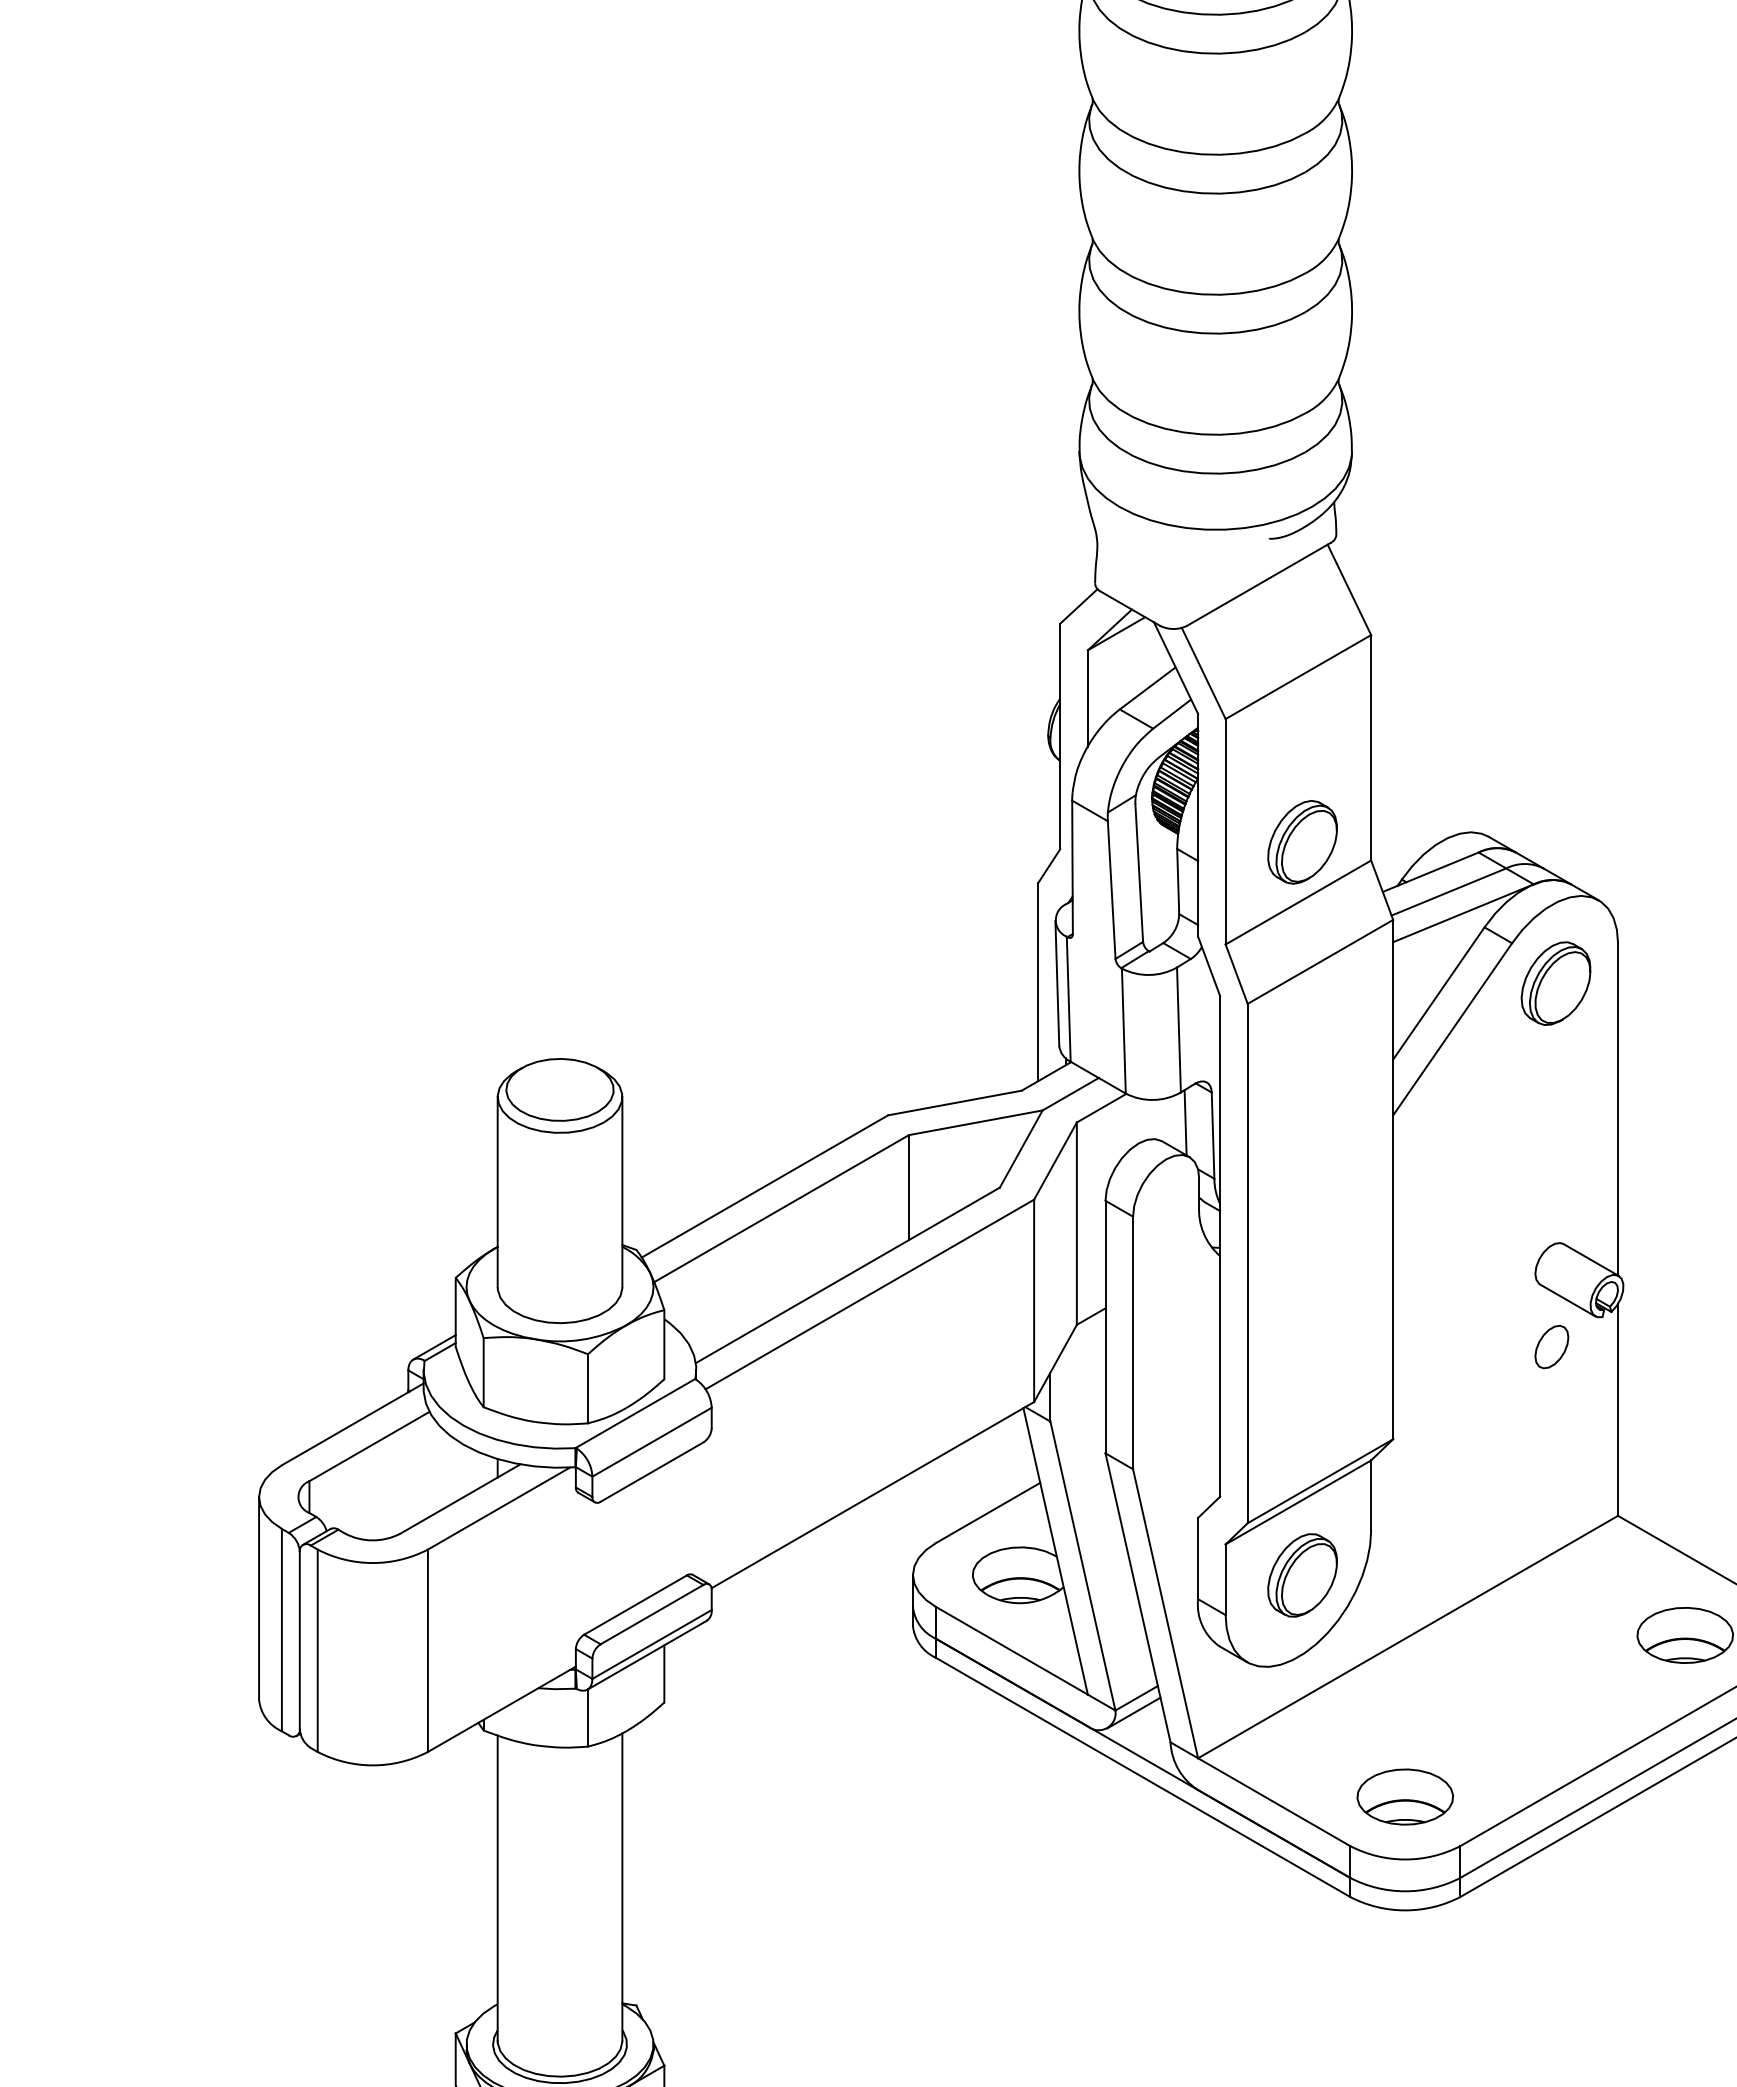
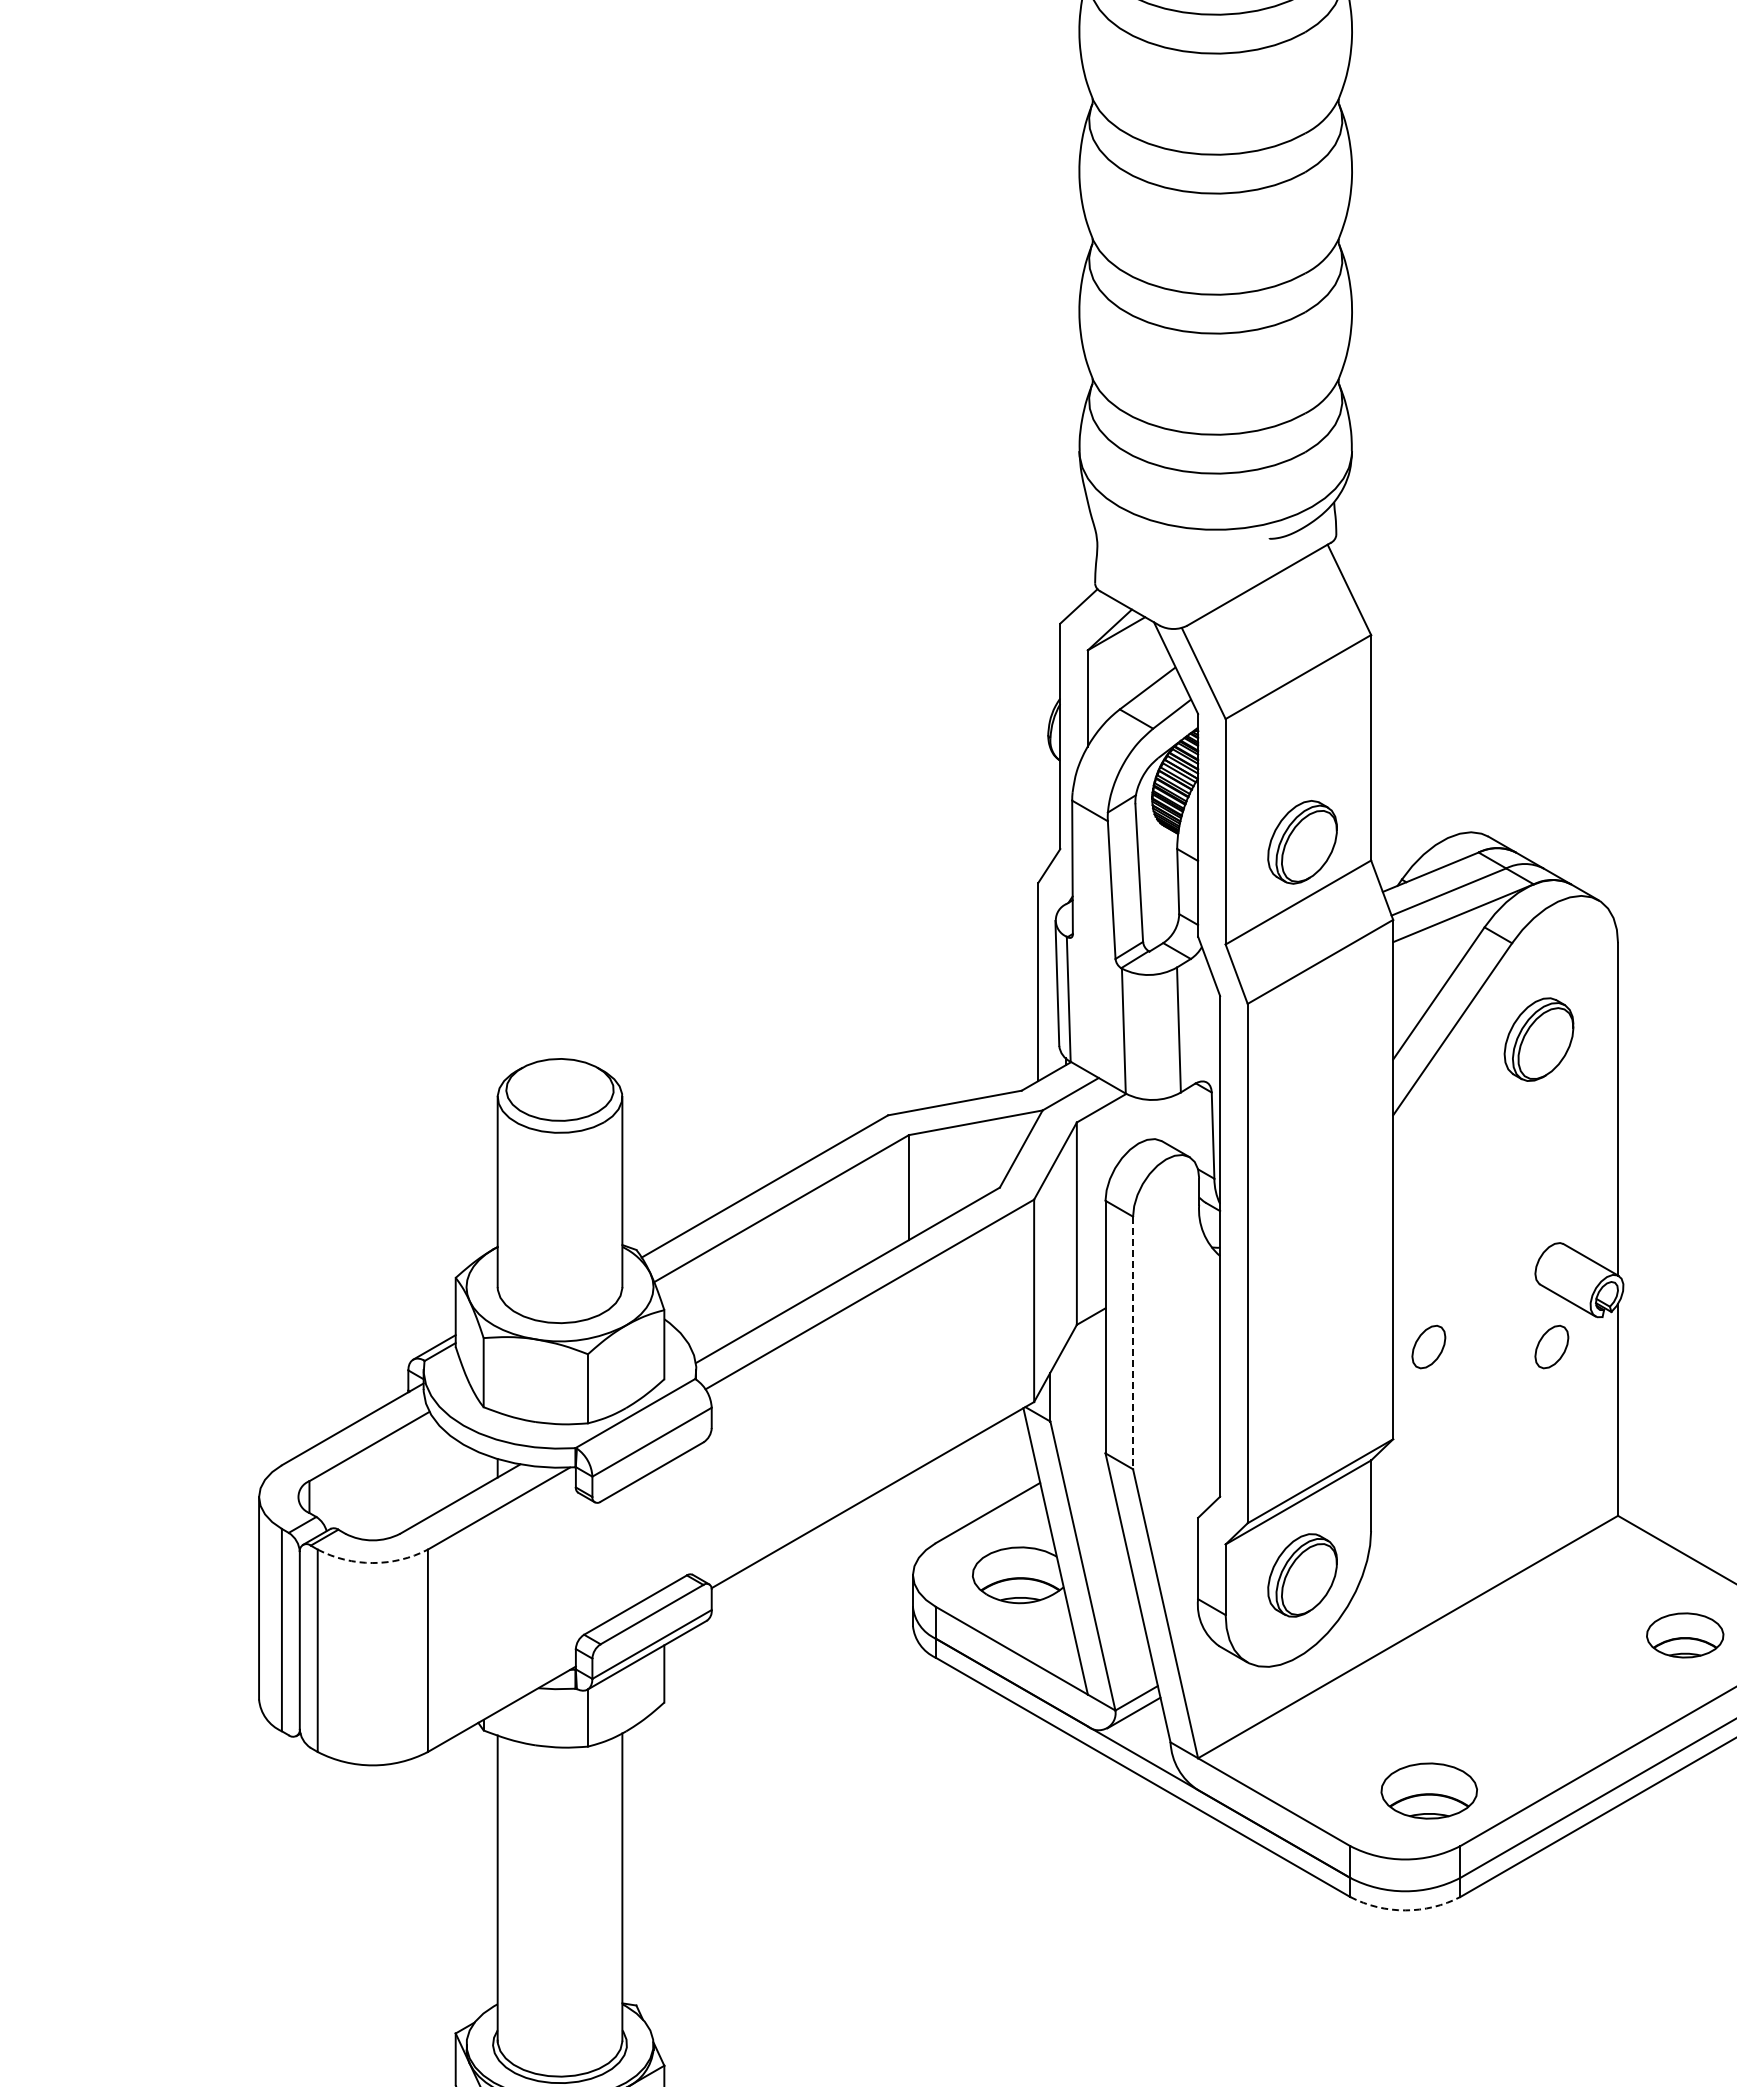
part at (1555, 983) position: (1555, 983) -> (1538, 1039)
line at (1185, 1122): present -> none
line at (1133, 1343): solid -> dashed
part at (1428, 1346): none -> present
arc at (372, 1563): solid -> dashed
part at (1684, 1635) size: 98x57 px -> 79x47 px
part at (1404, 1796) position: (1404, 1796) -> (1428, 1790)
arc at (1405, 1910): solid -> dashed
